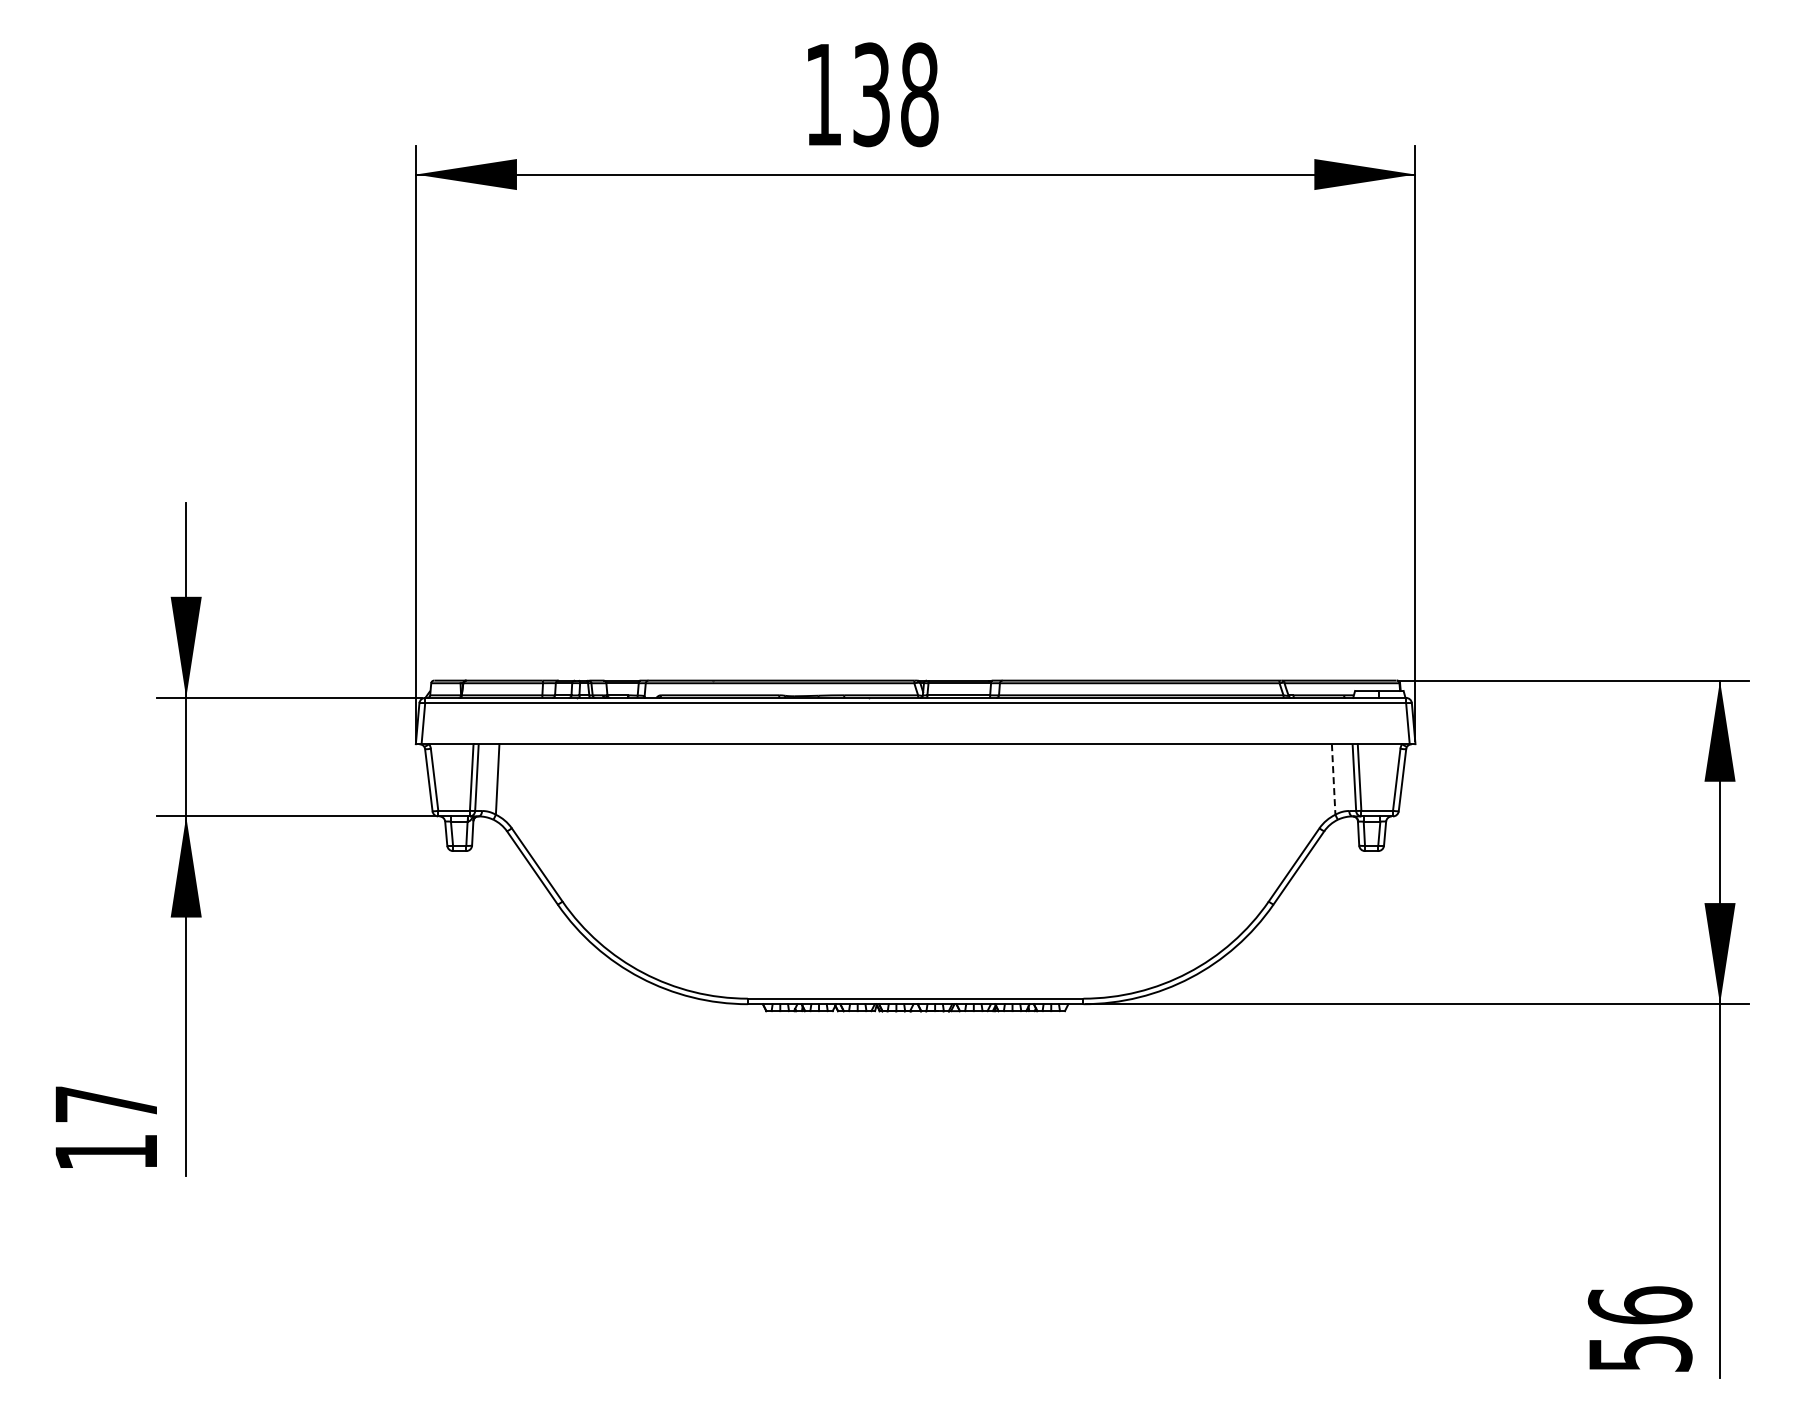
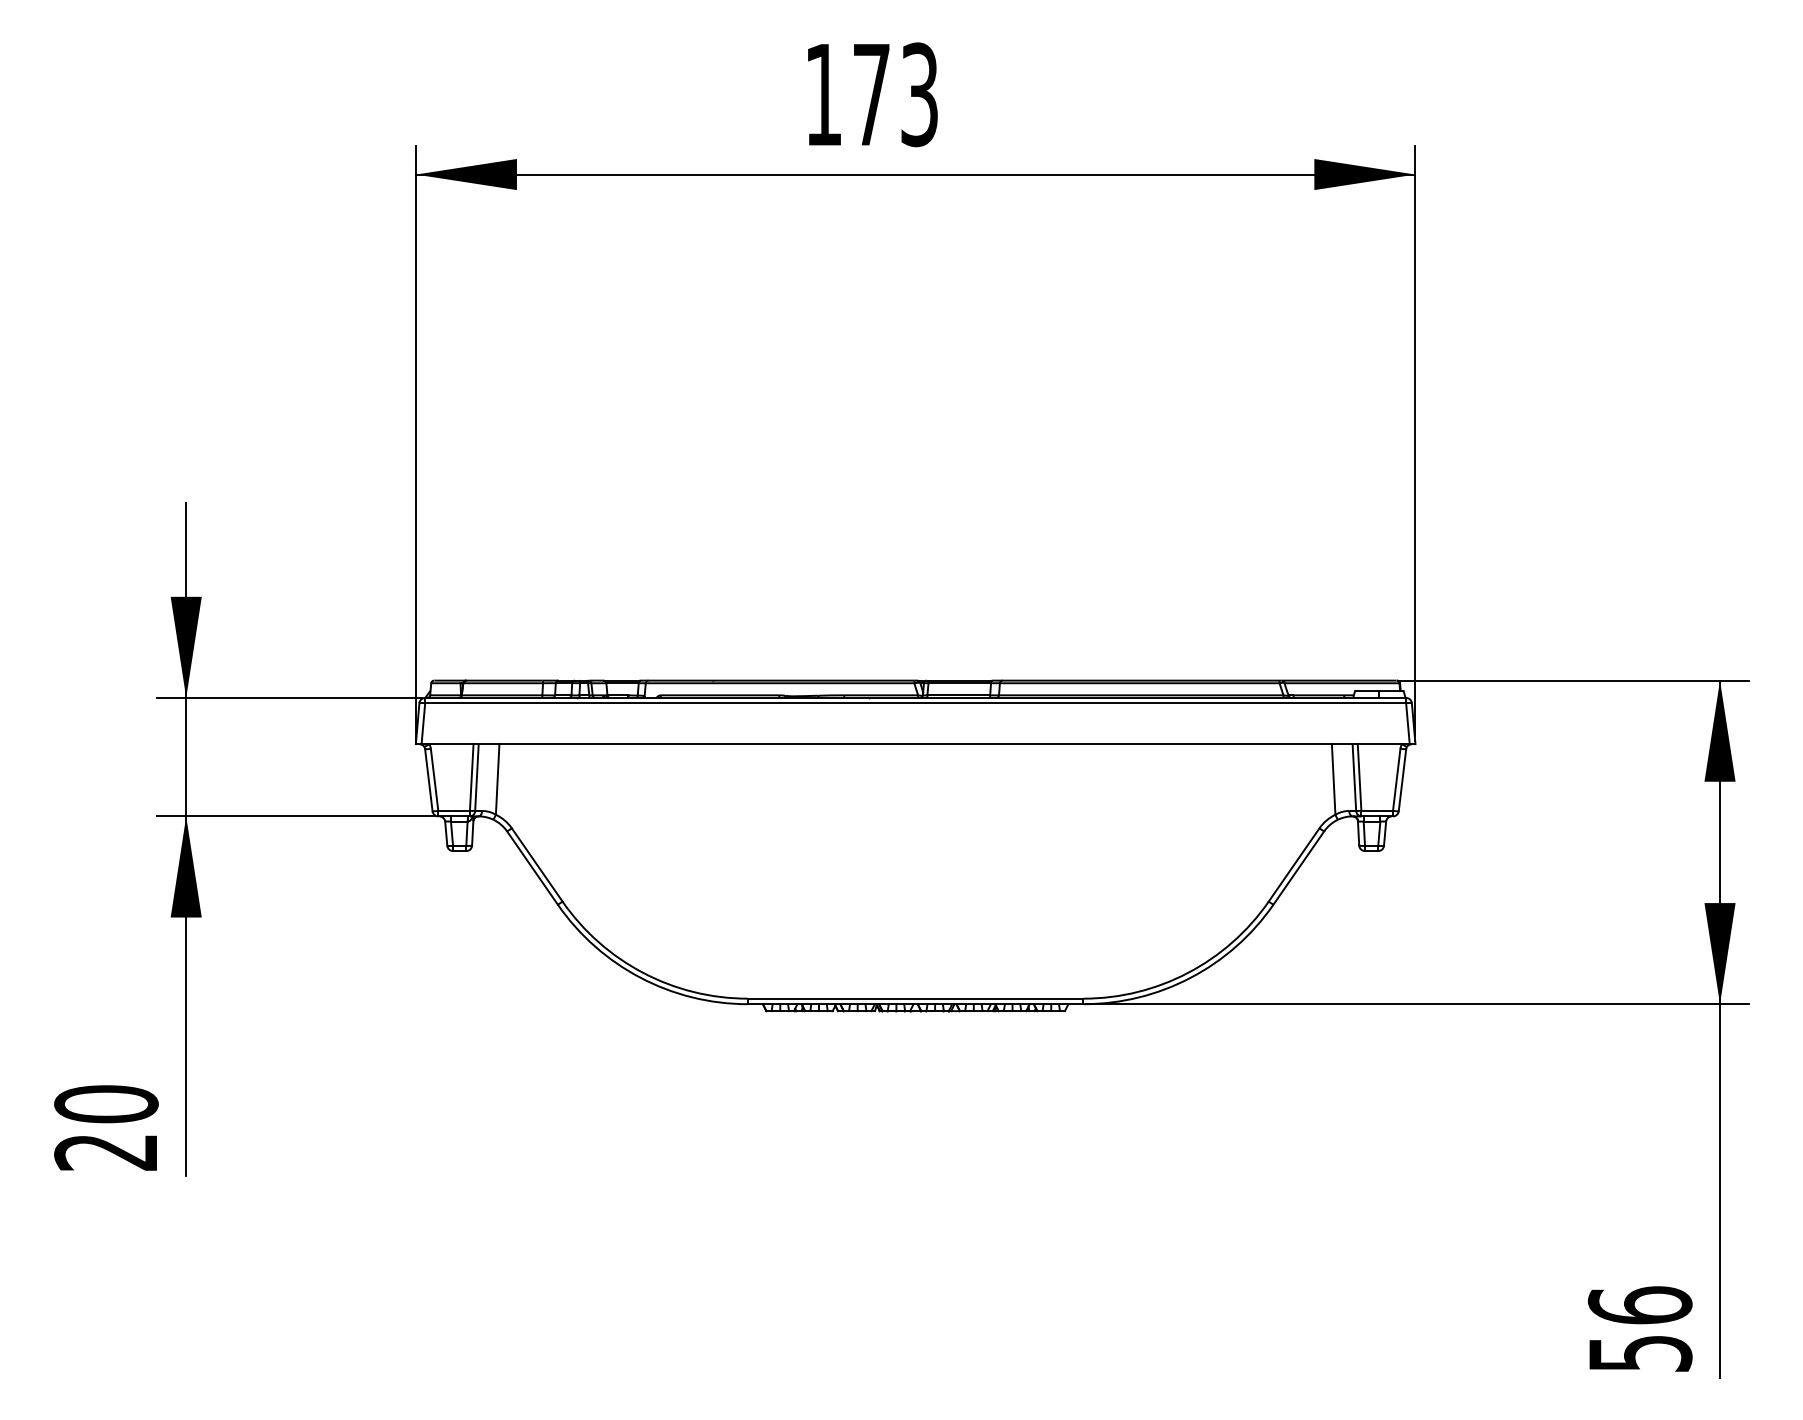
text at (895, 94): 138 -> 173
line at (1333, 779): dashed -> solid
text at (106, 1127): 17 -> 20
